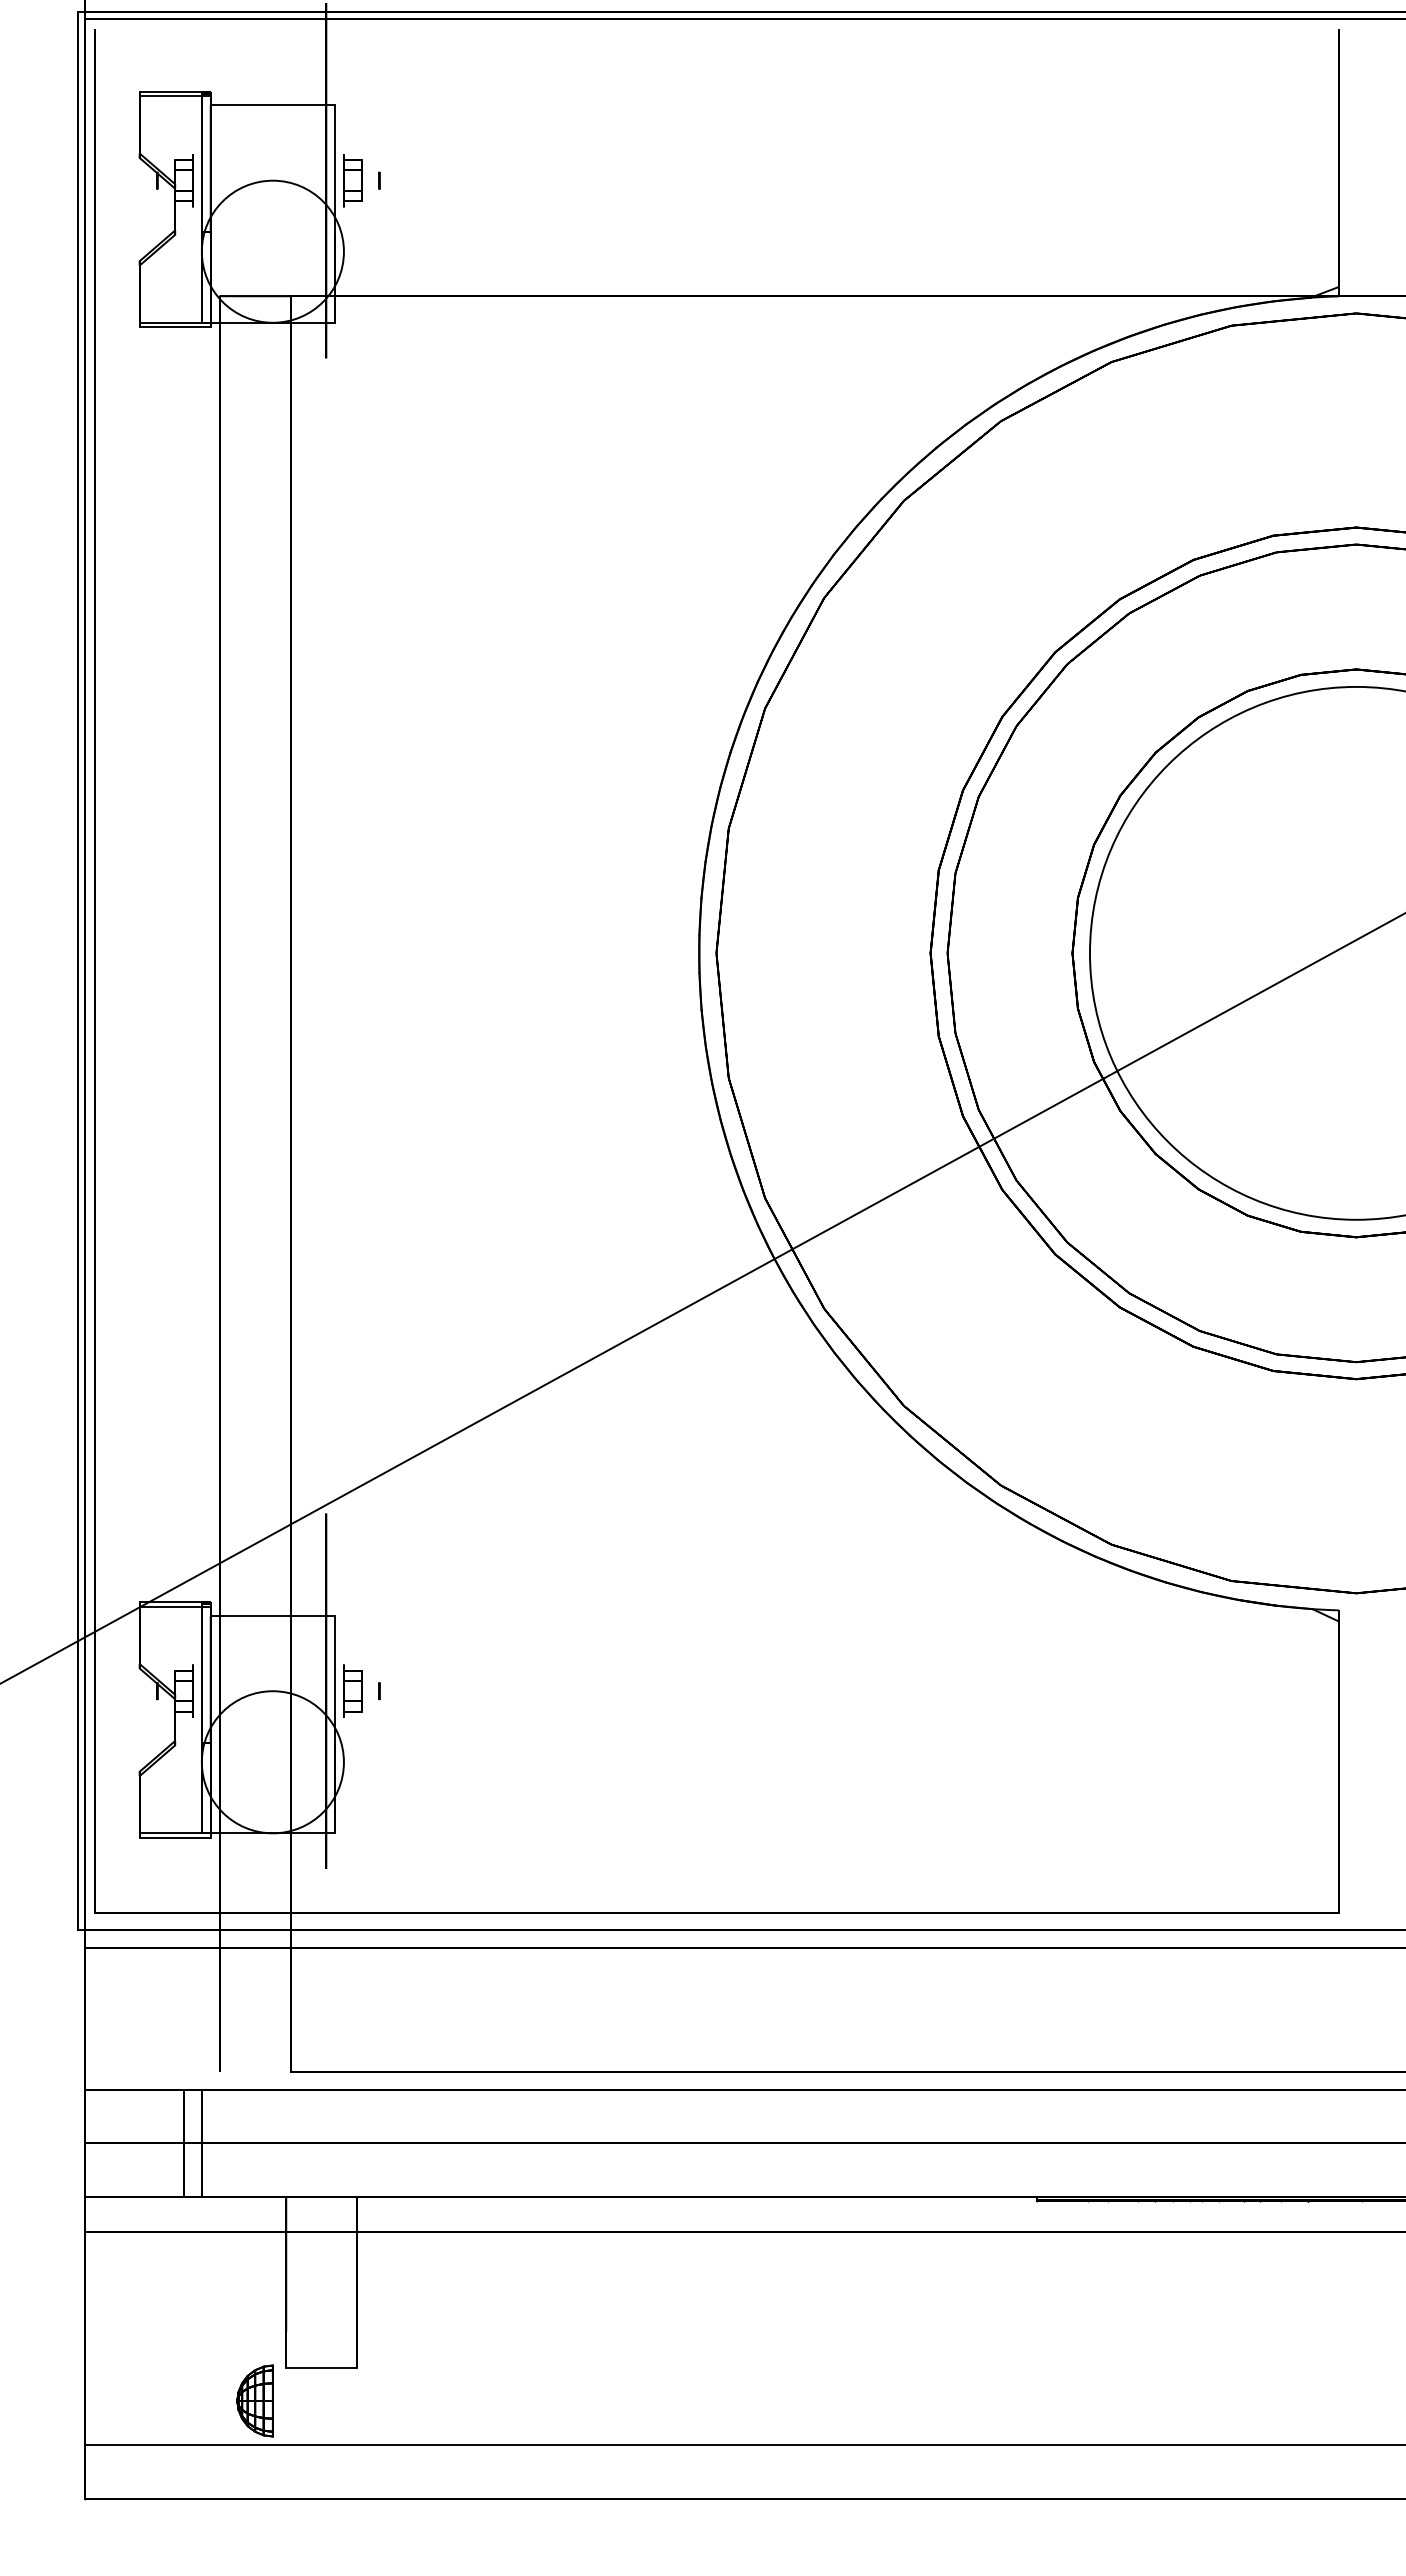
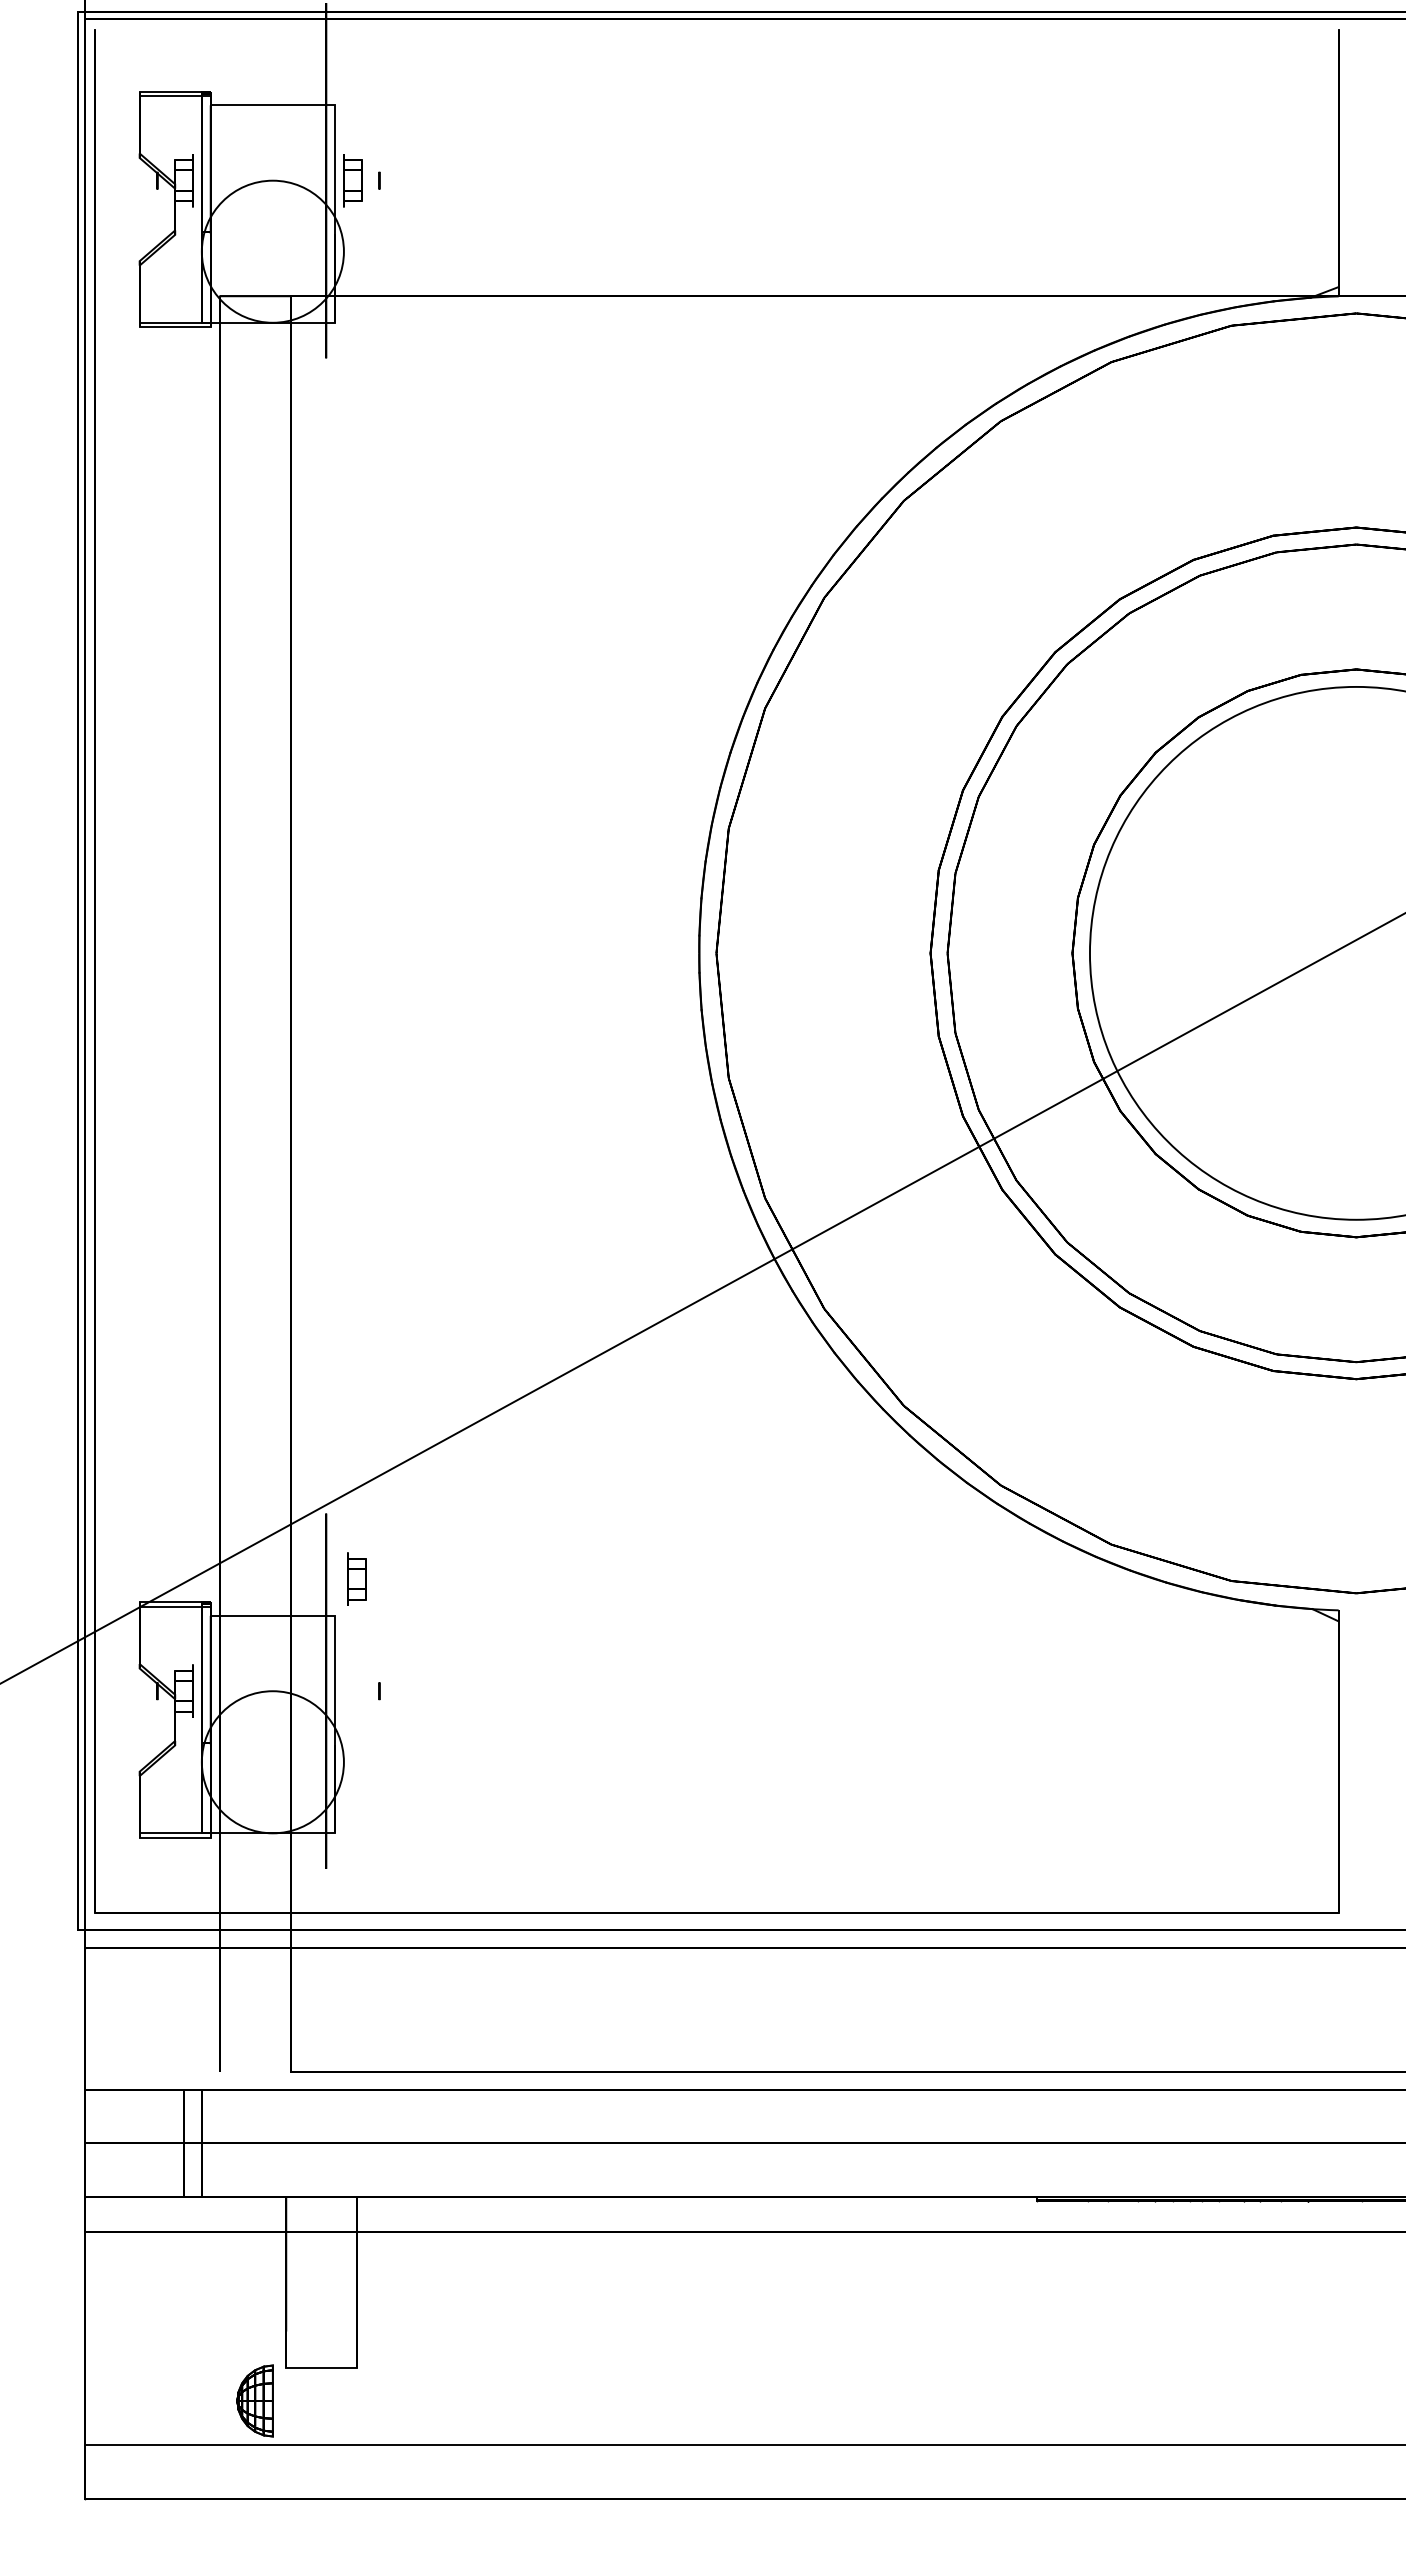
part at (352, 1690) position: (352, 1690) -> (356, 1578)
